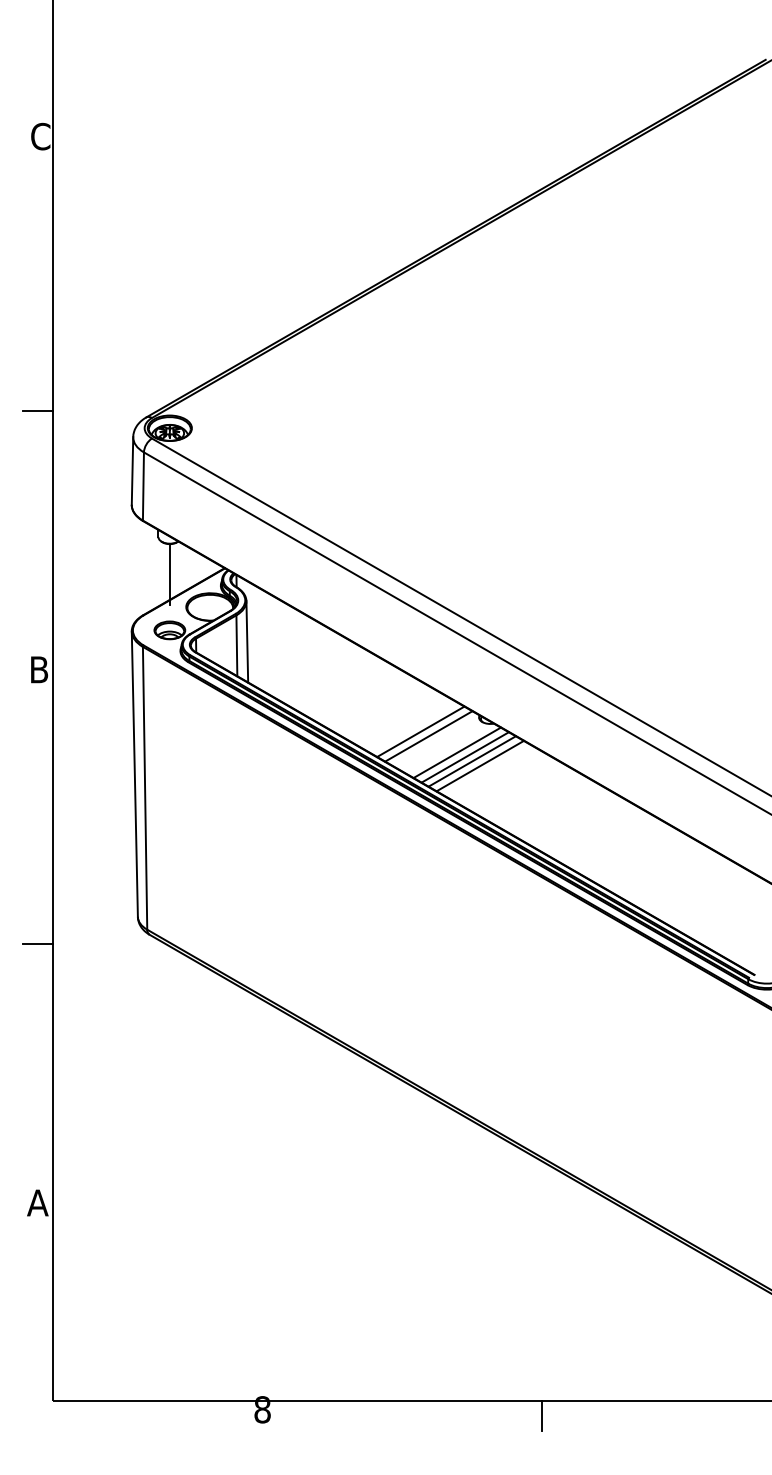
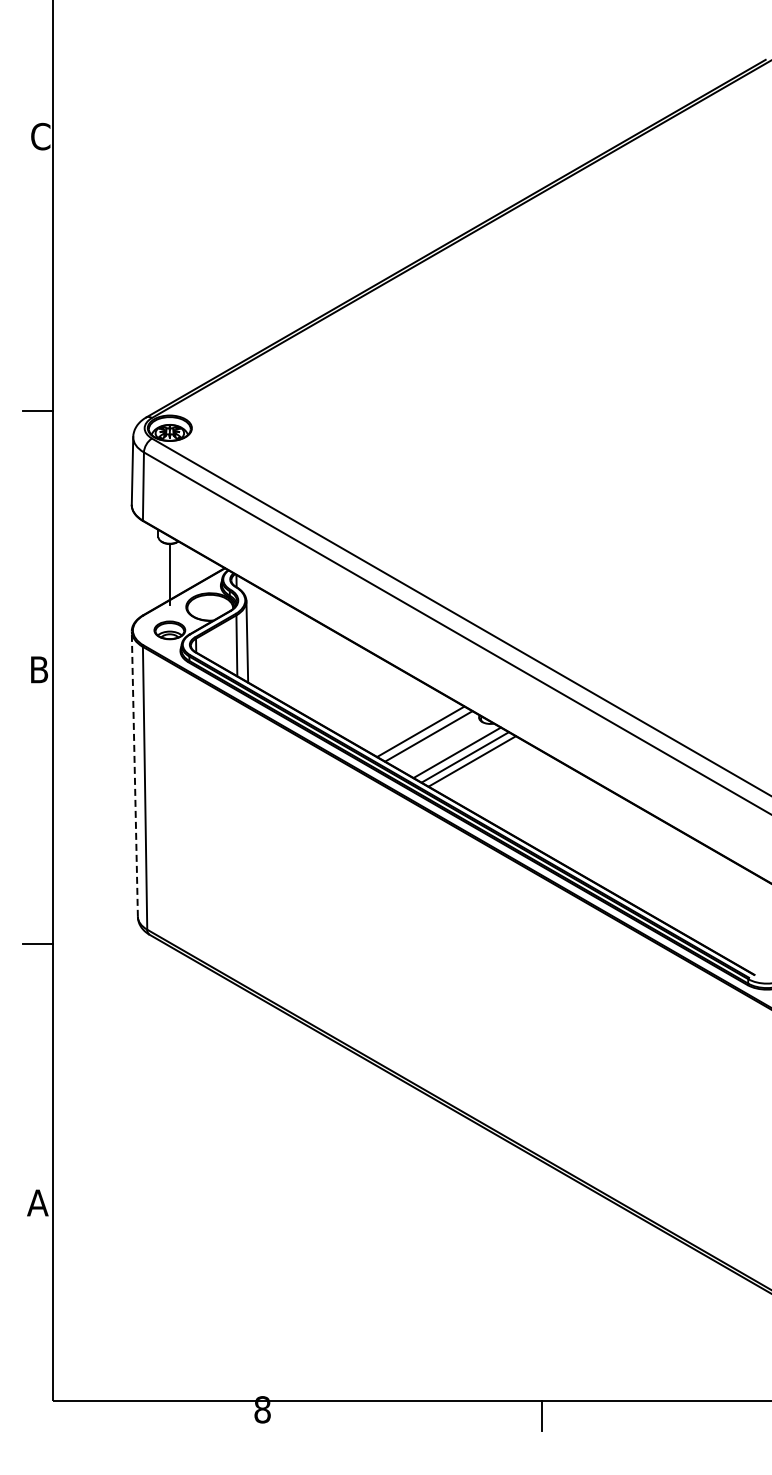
line at (479, 765): present -> none
line at (134, 774): solid -> dashed
